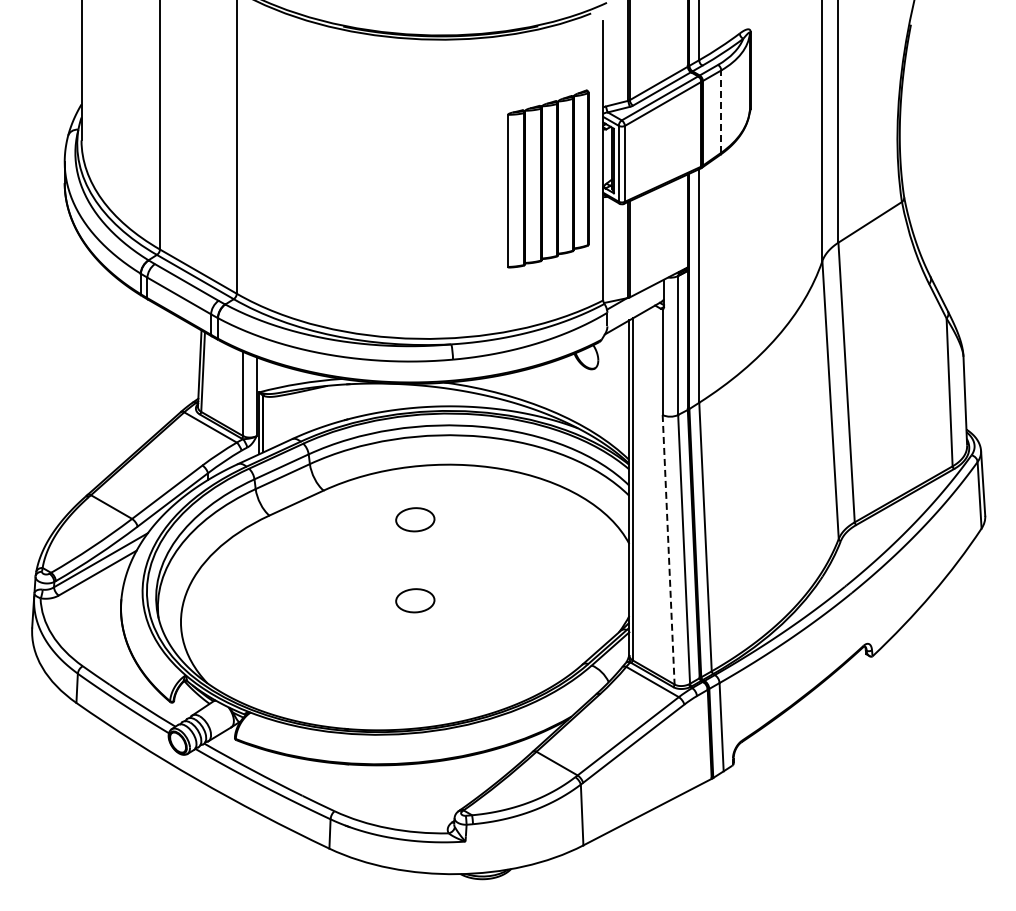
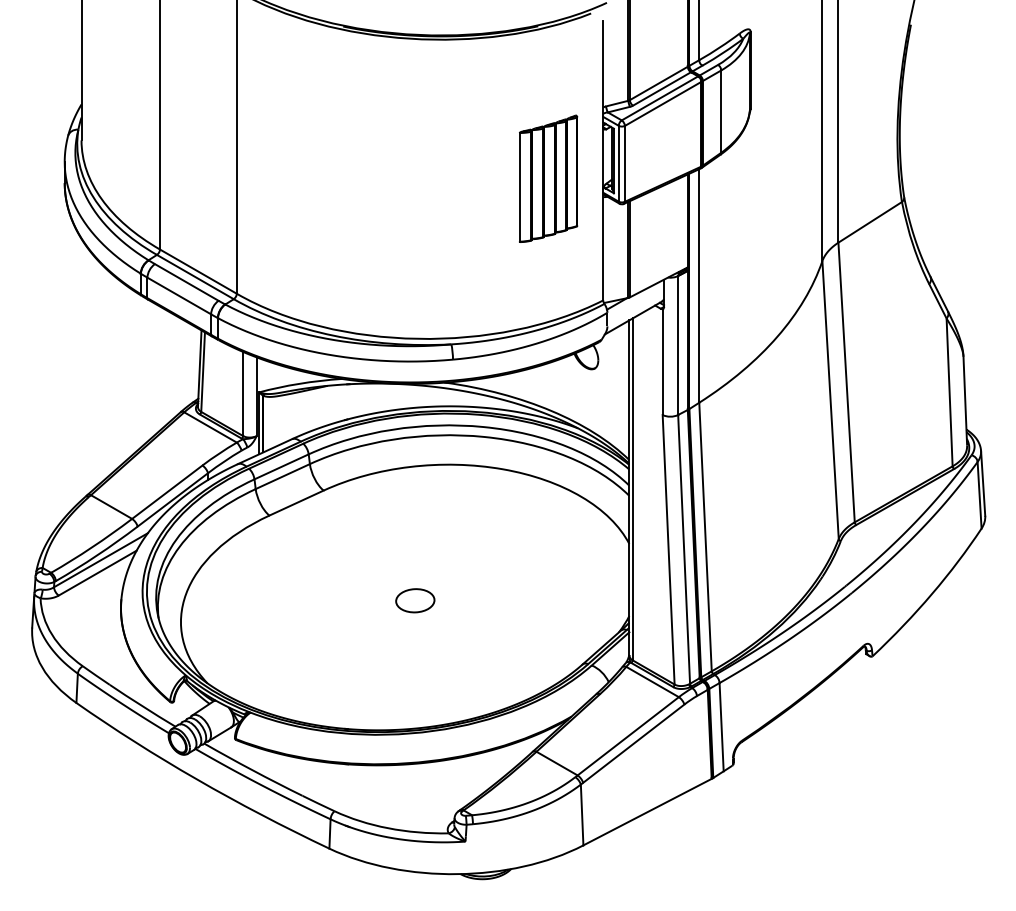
line at (721, 111): dashed -> solid
part at (548, 178) size: 83x180 px -> 60x129 px
part at (415, 519): present -> none
line at (668, 549): dashed -> solid
